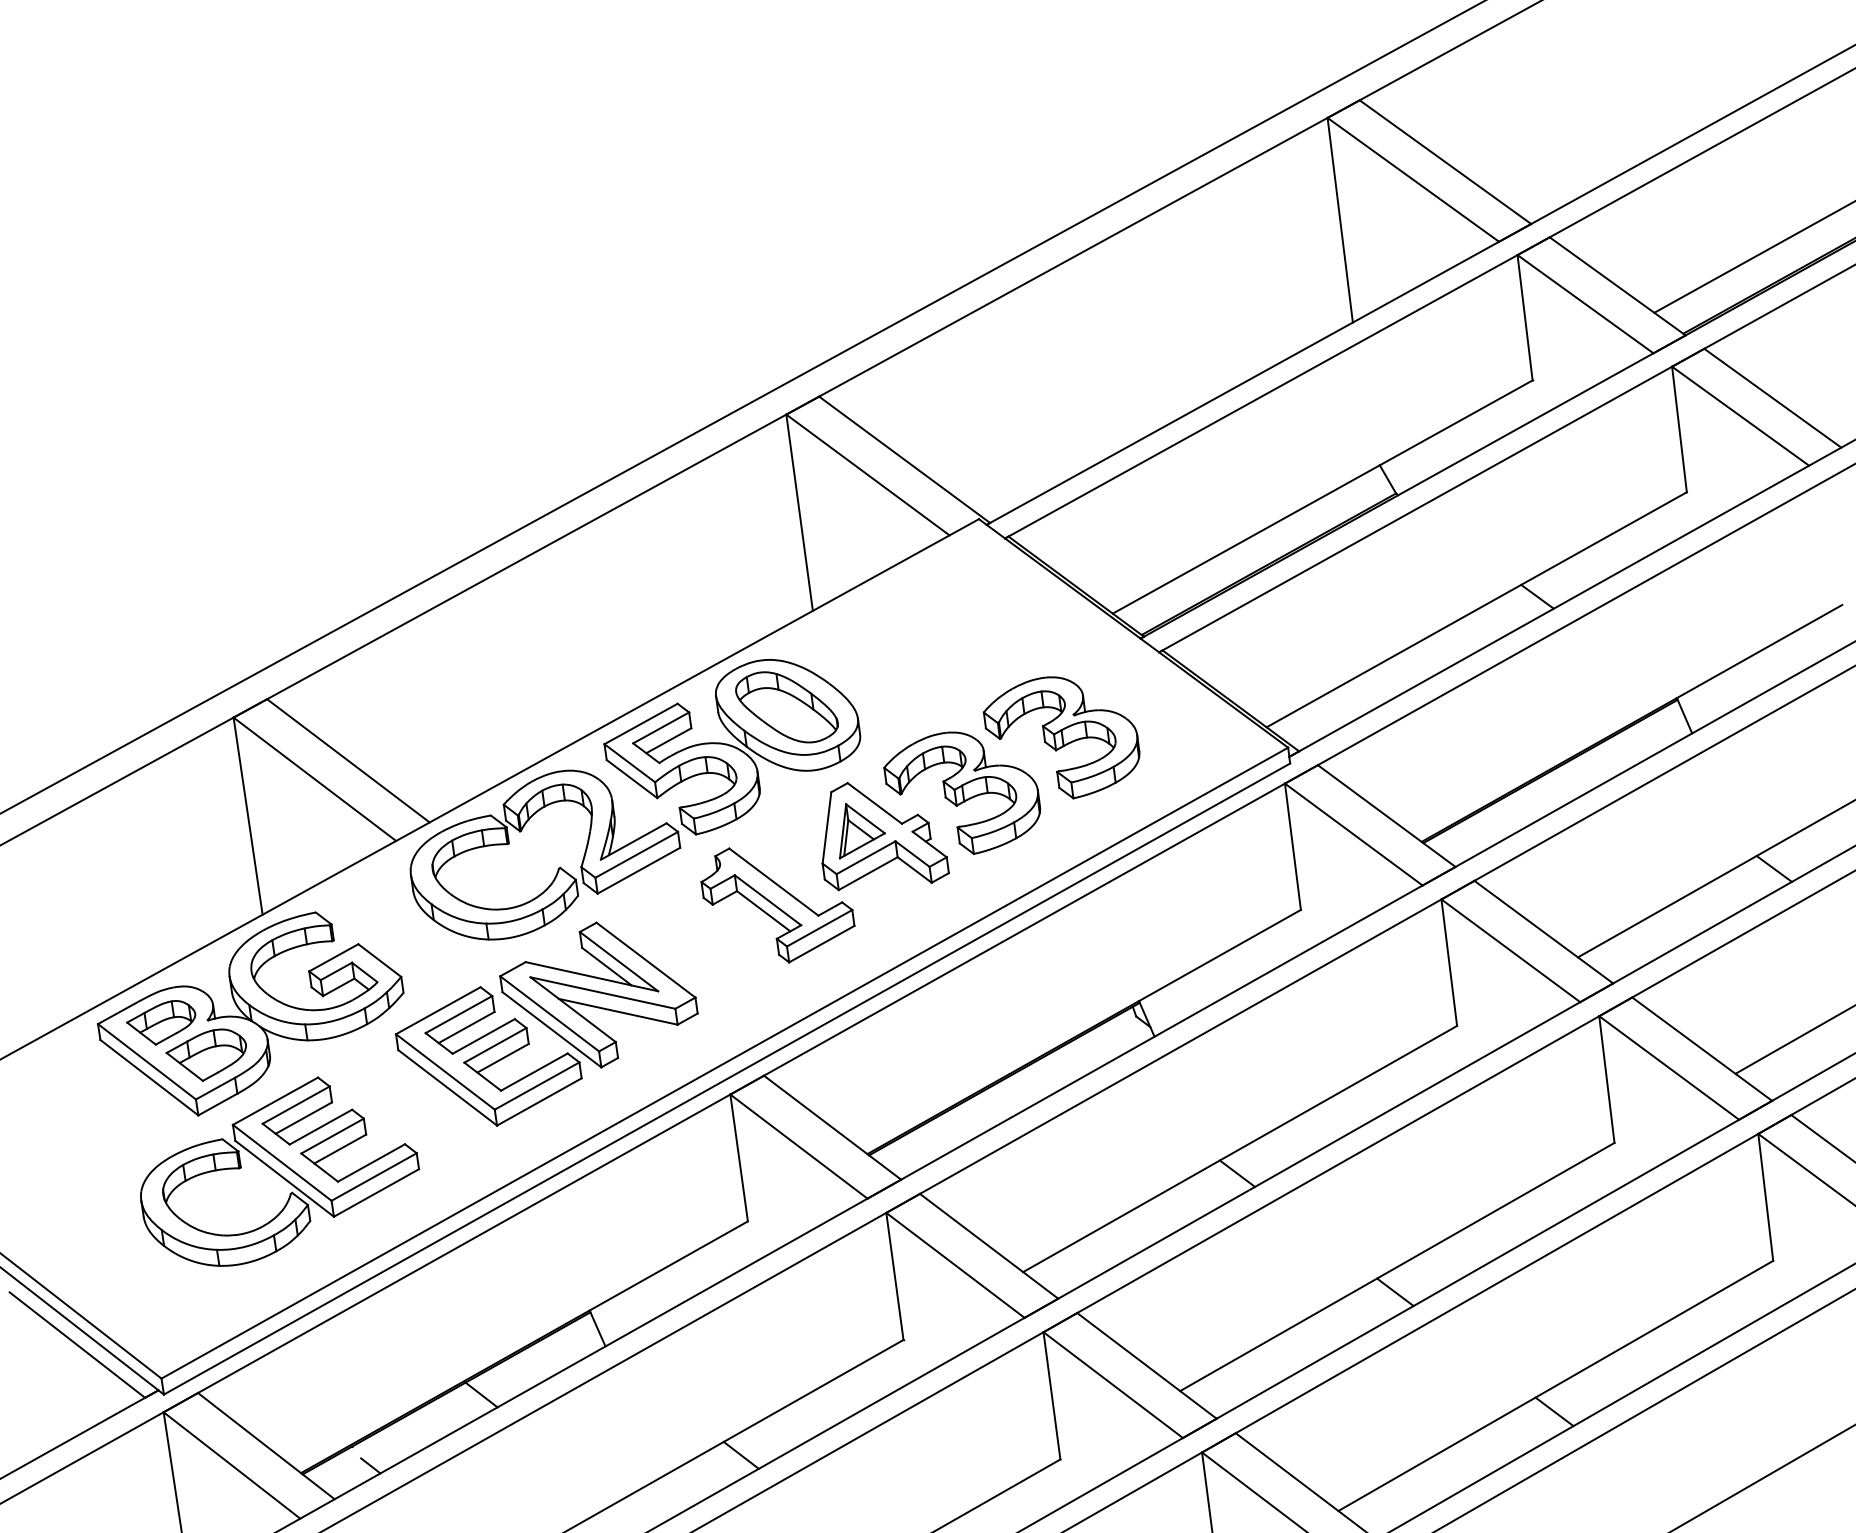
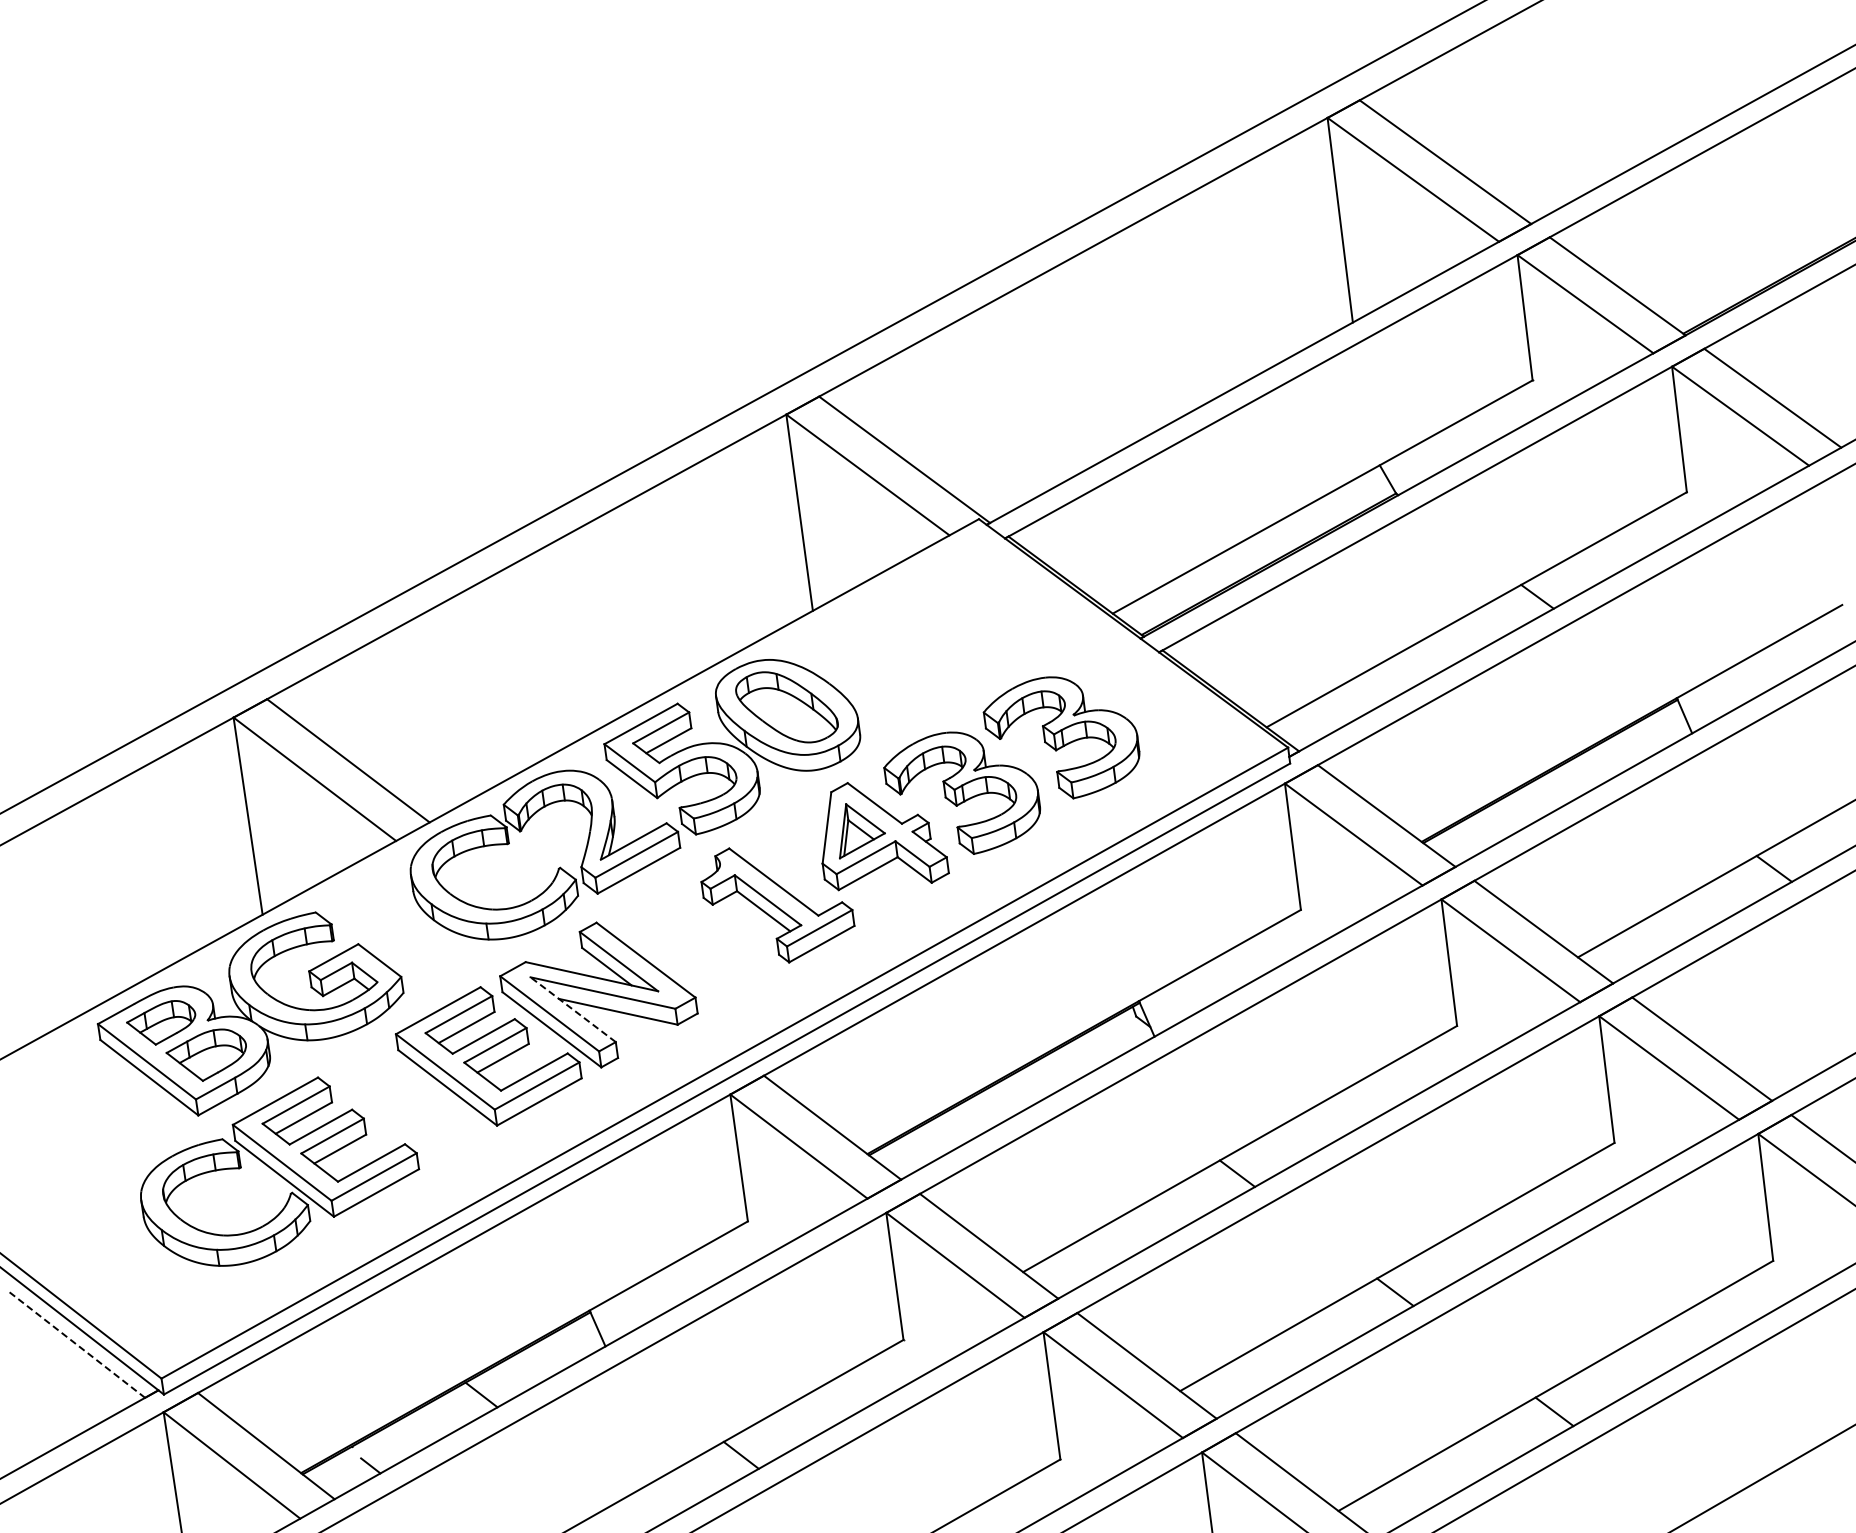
line at (1753, 257): present -> none
line at (573, 1009): solid -> dashed
line at (1793, 1039): present -> none
line at (77, 1345): solid -> dashed
